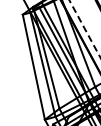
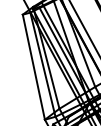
line at (84, 28): dashed -> solid
